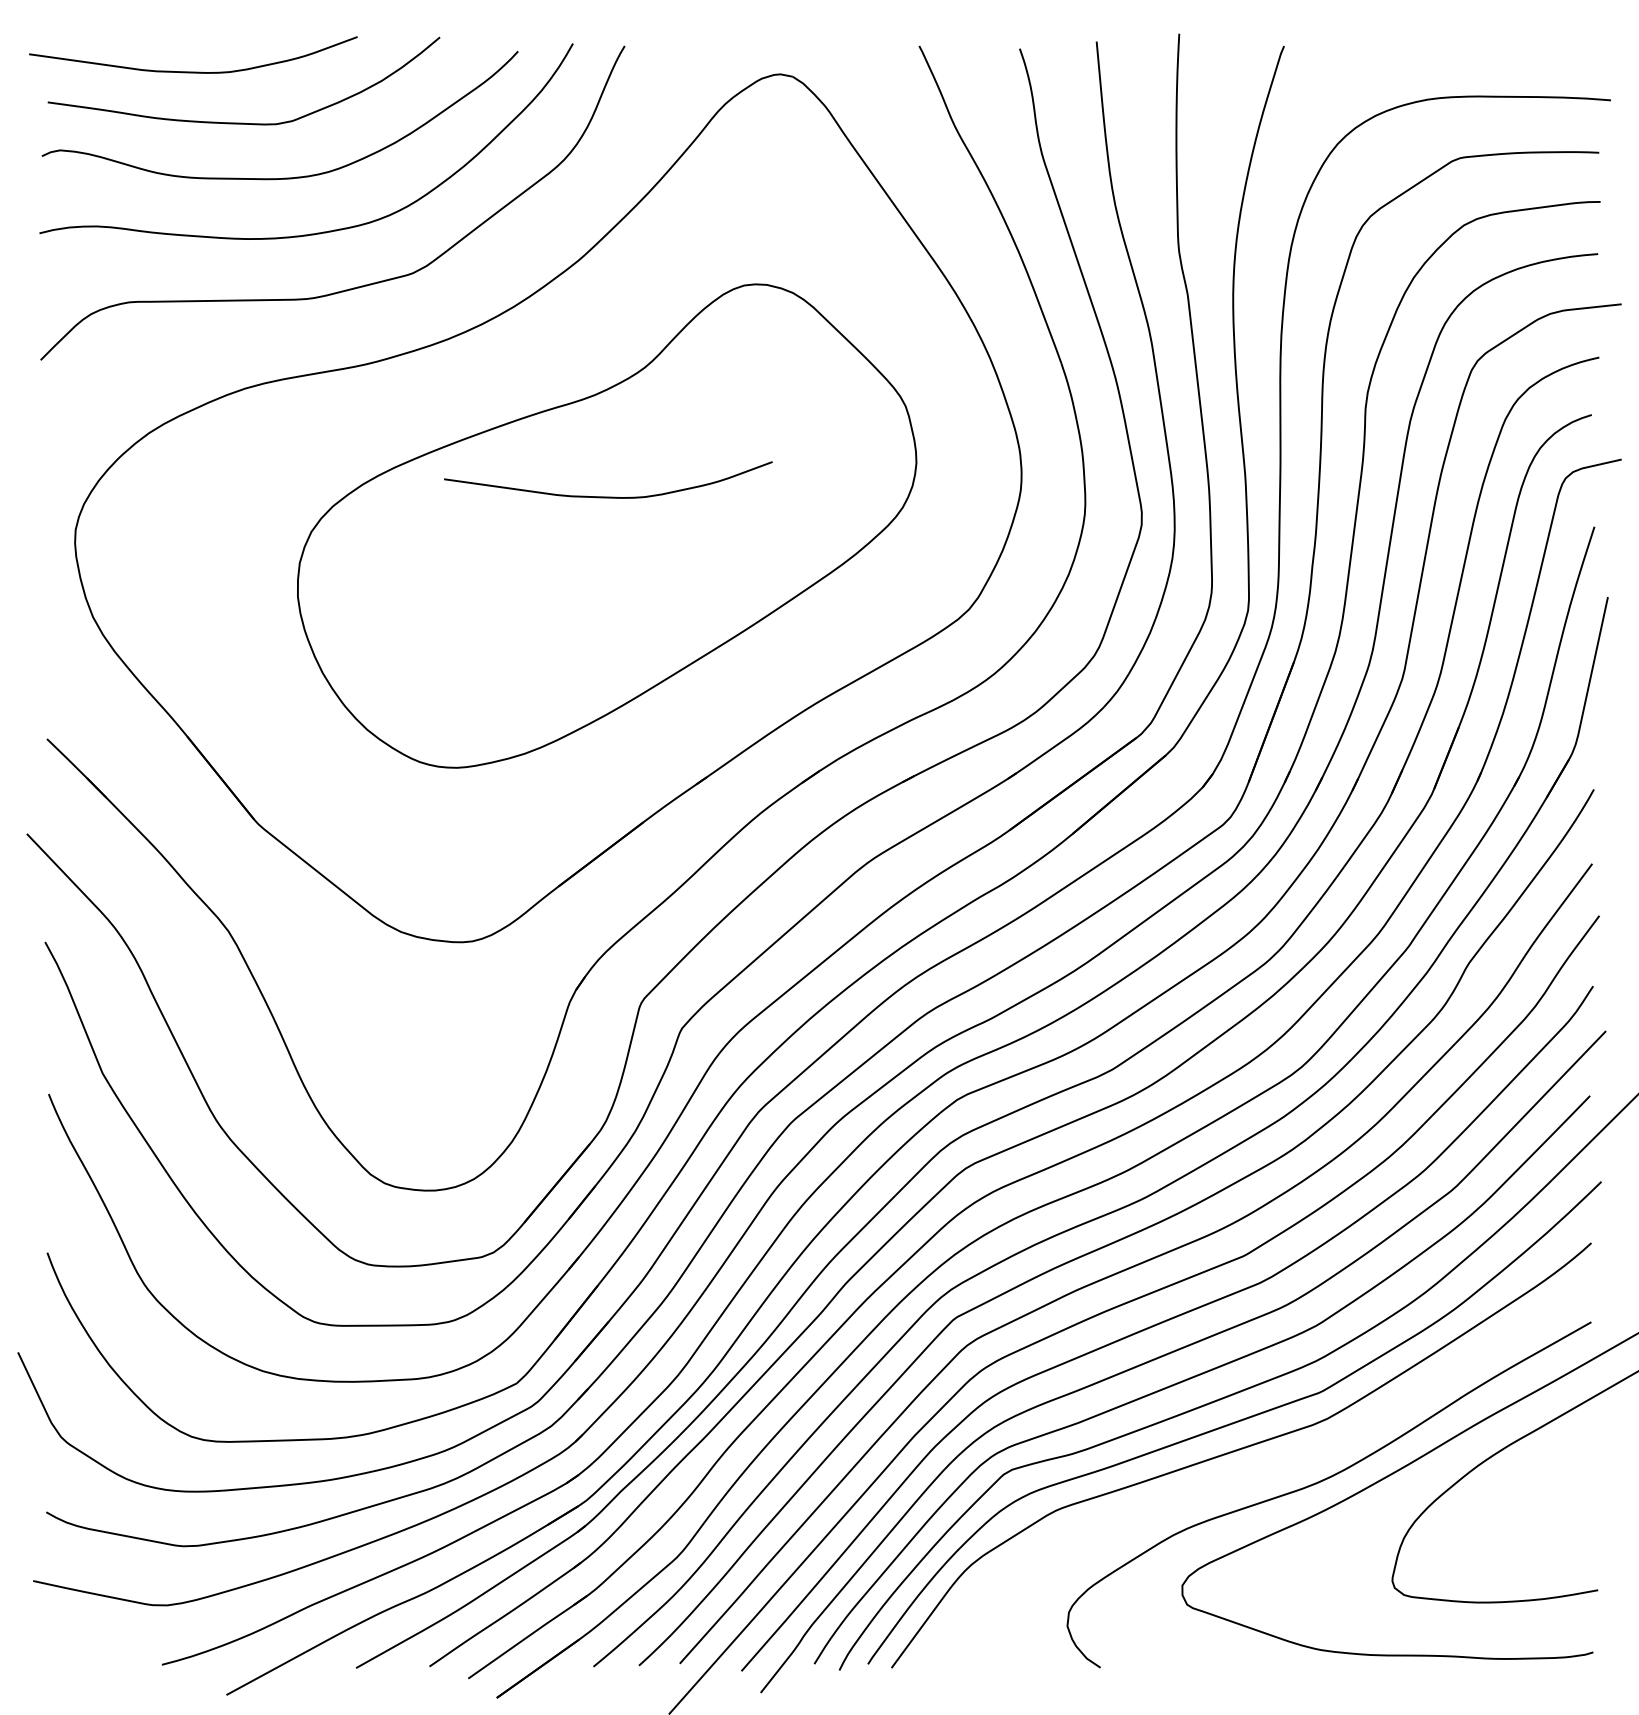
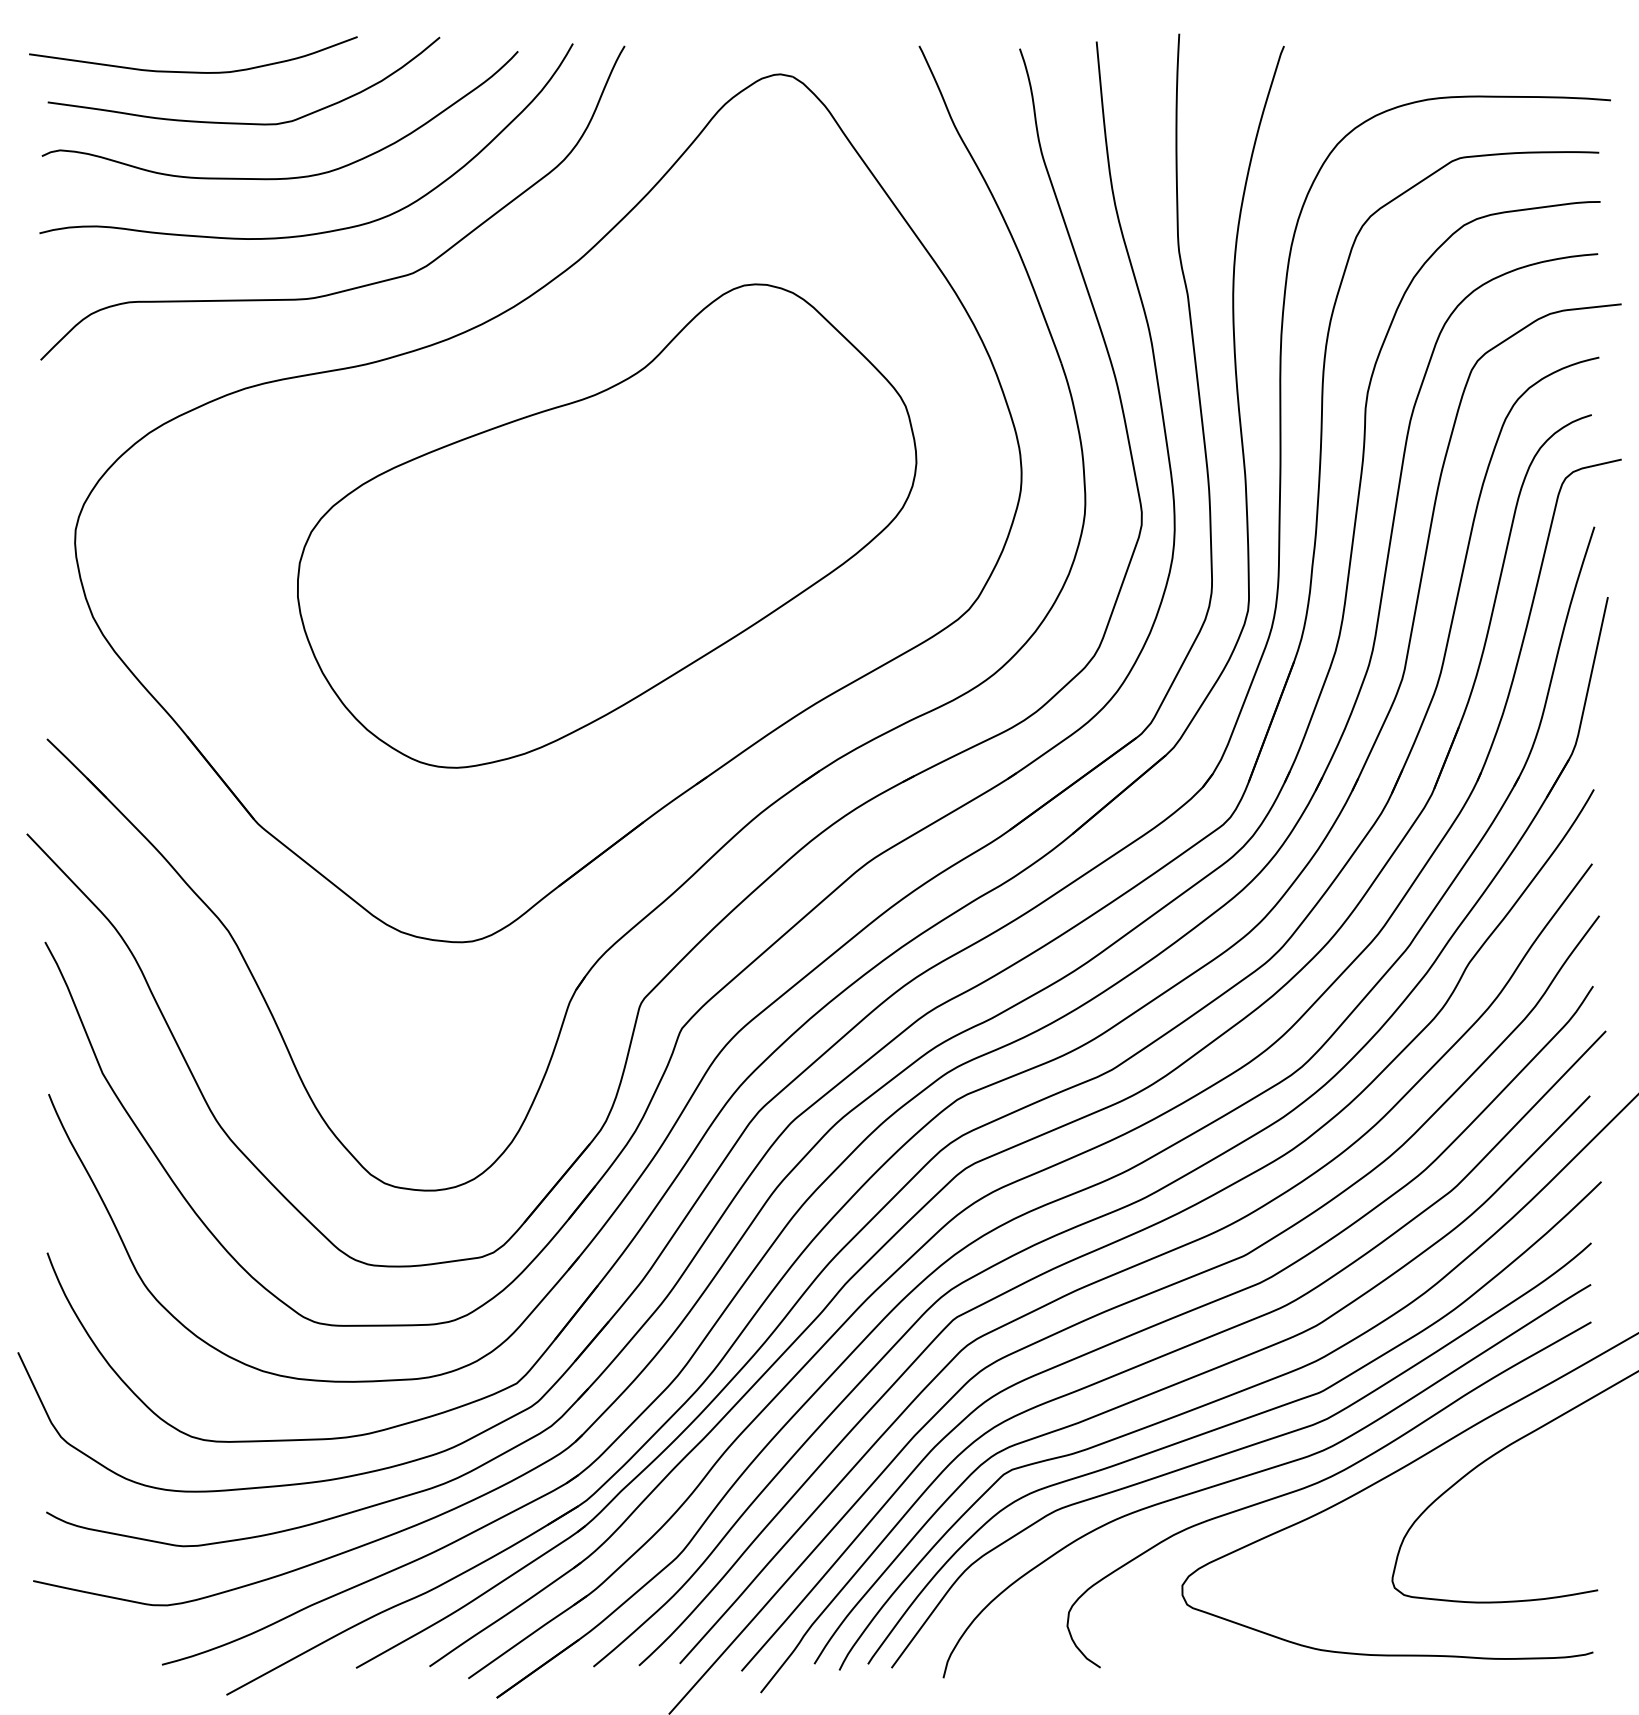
curve at (608, 496): present -> none
curve at (1264, 1471): none -> present
